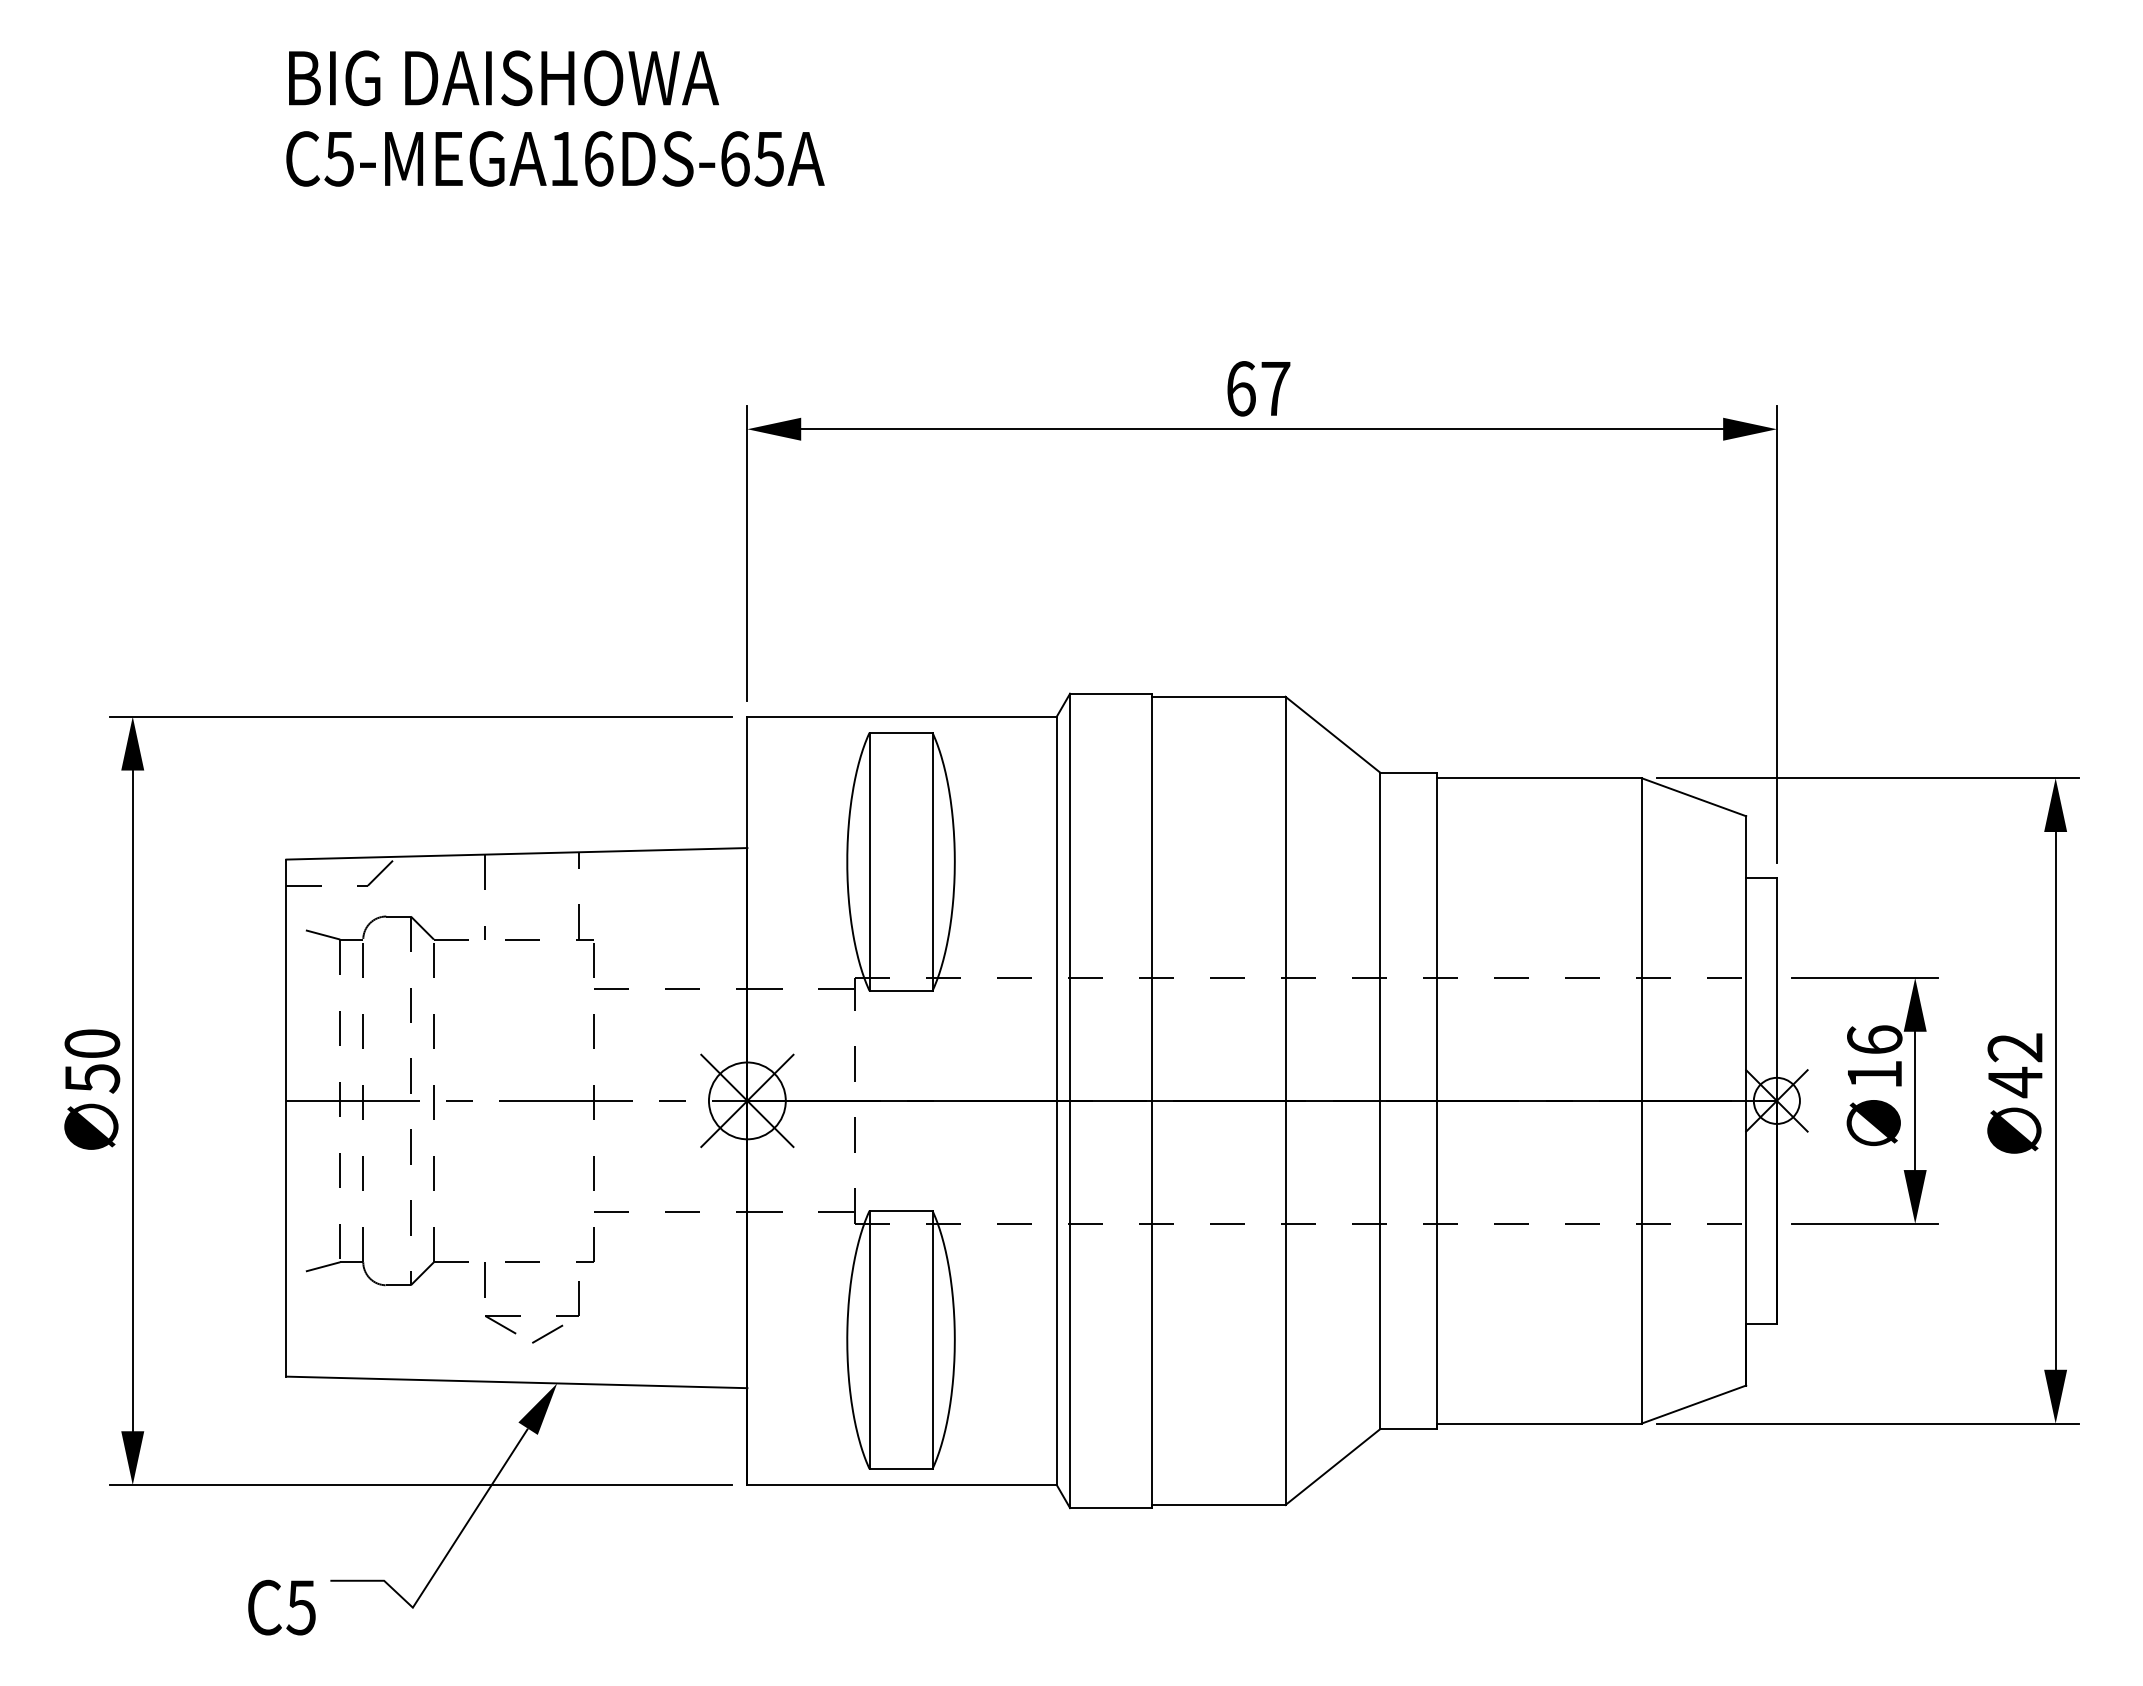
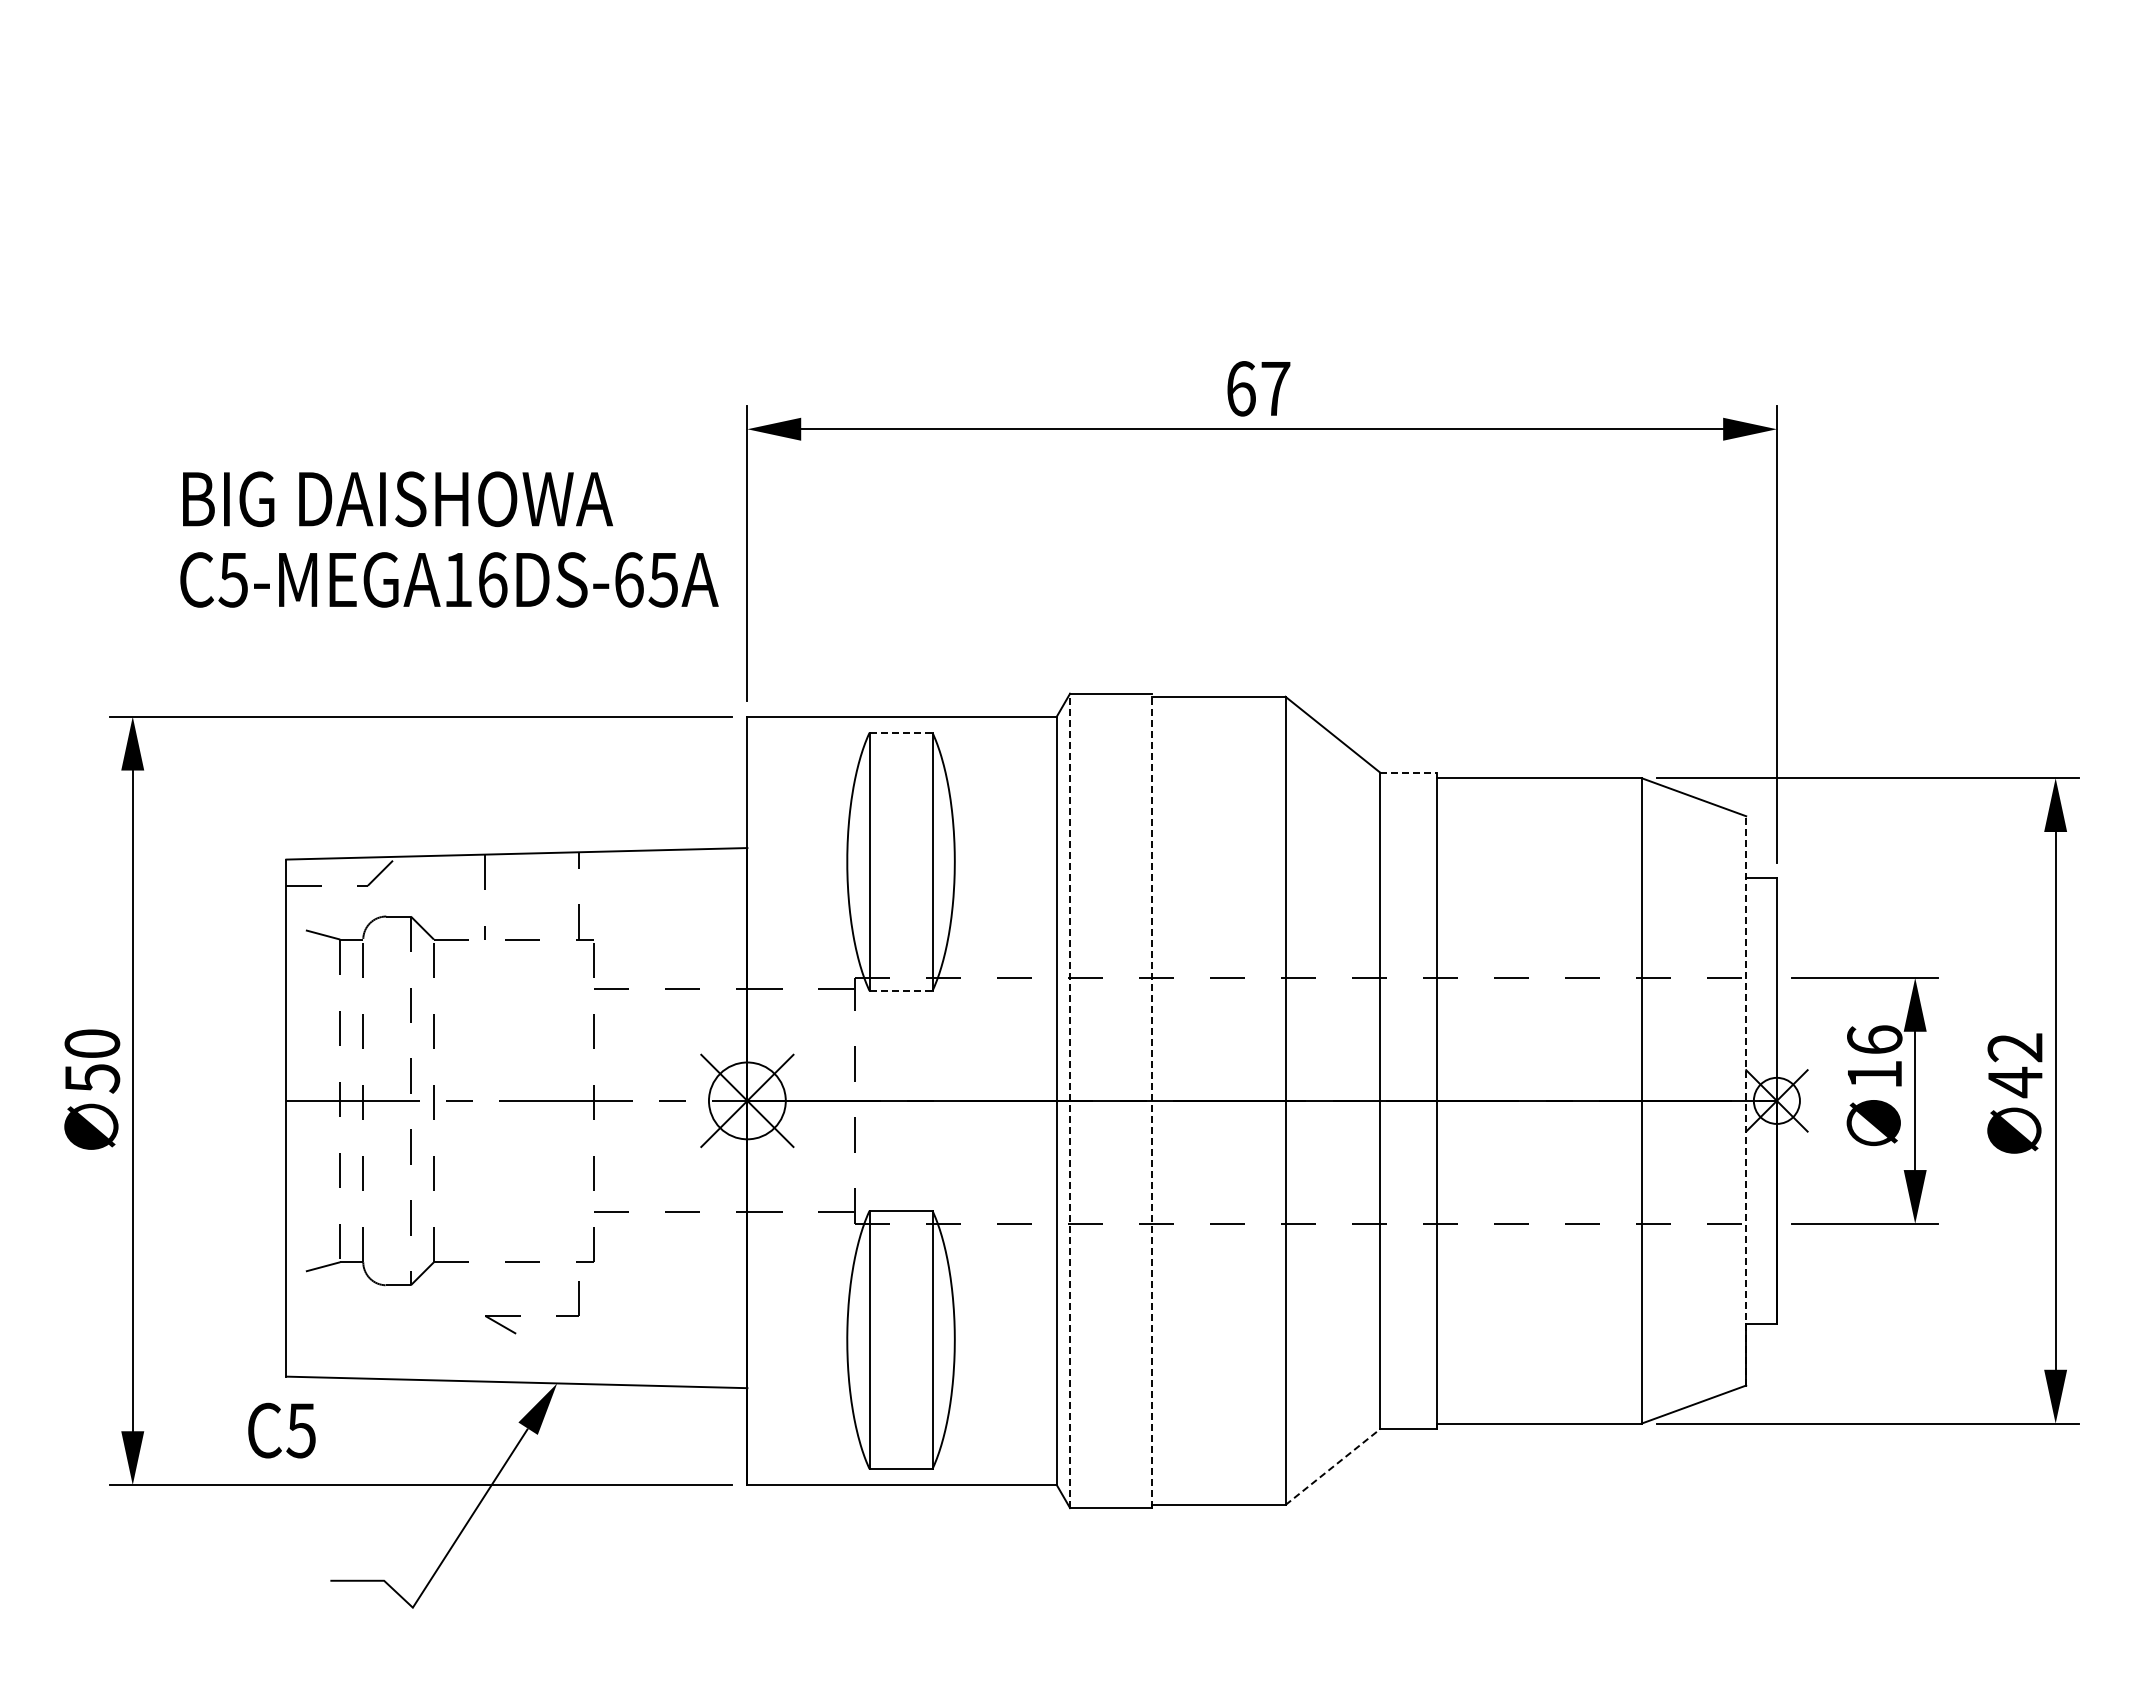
text at (555, 118) position: (555, 118) -> (449, 539)
line at (901, 732): solid -> dashed
line at (1409, 772): solid -> dashed
line at (901, 990): solid -> dashed
line at (1070, 1100): solid -> dashed
line at (1151, 1100): solid -> dashed
line at (1746, 1100): solid -> dashed
line at (484, 1279): present -> none
line at (547, 1333): present -> none
line at (1333, 1467): solid -> dashed
text at (281, 1607) position: (281, 1607) -> (281, 1430)
